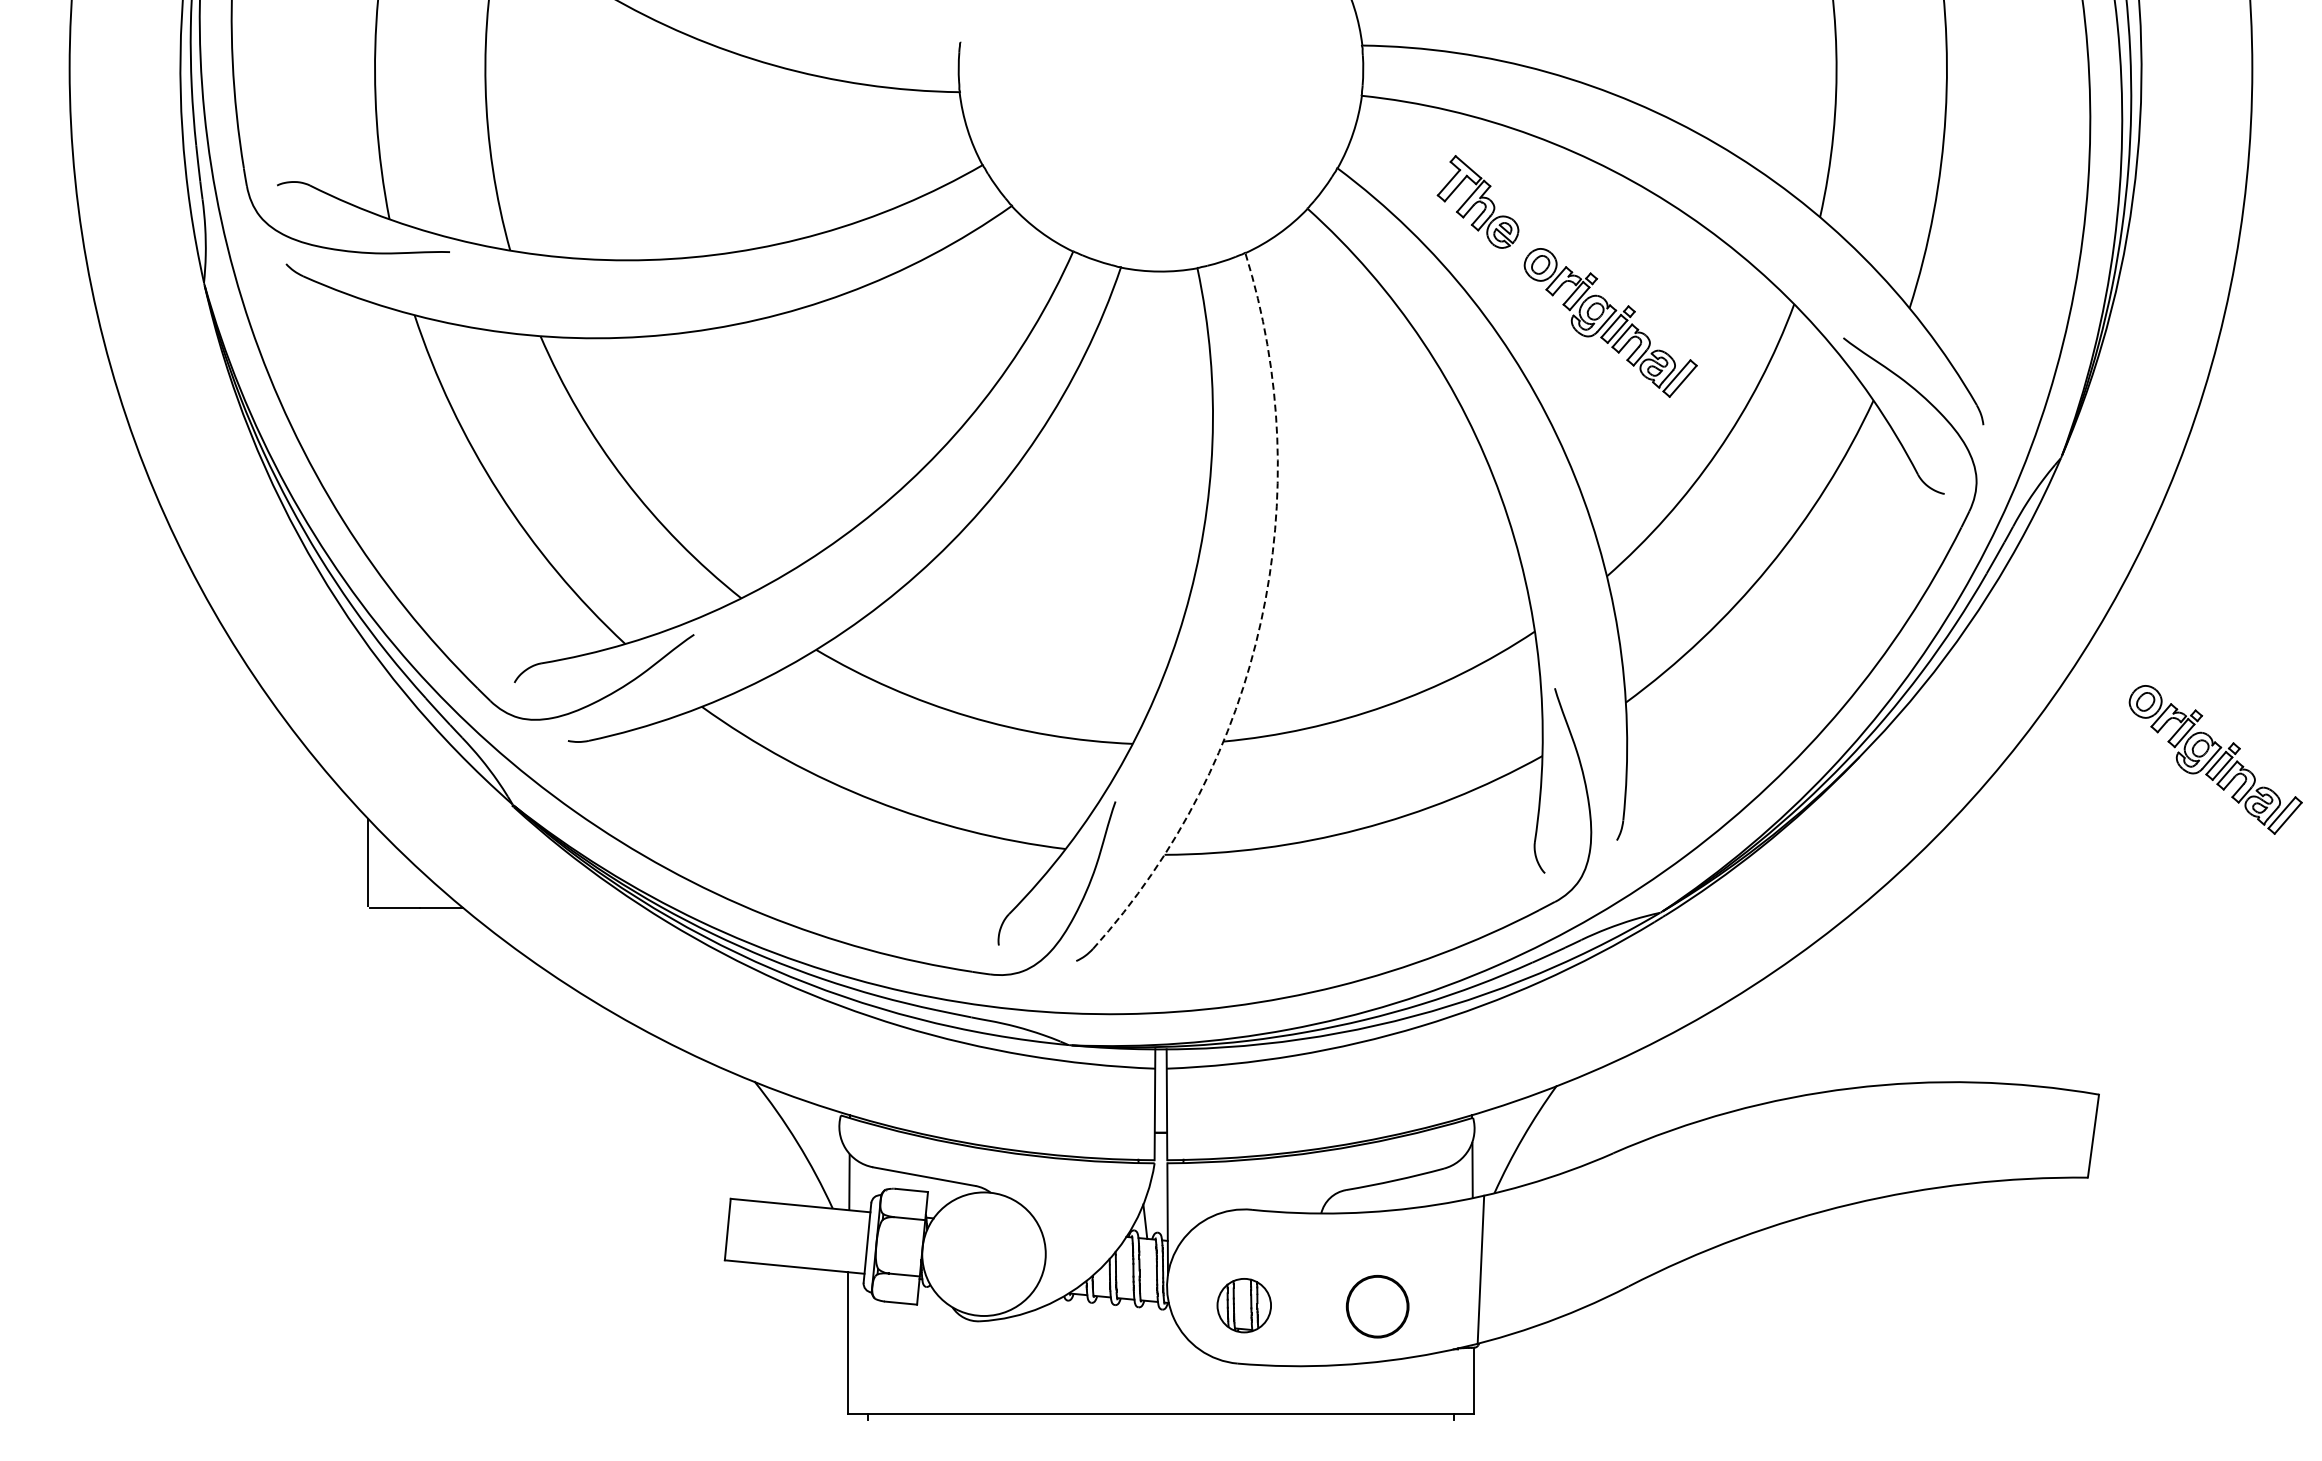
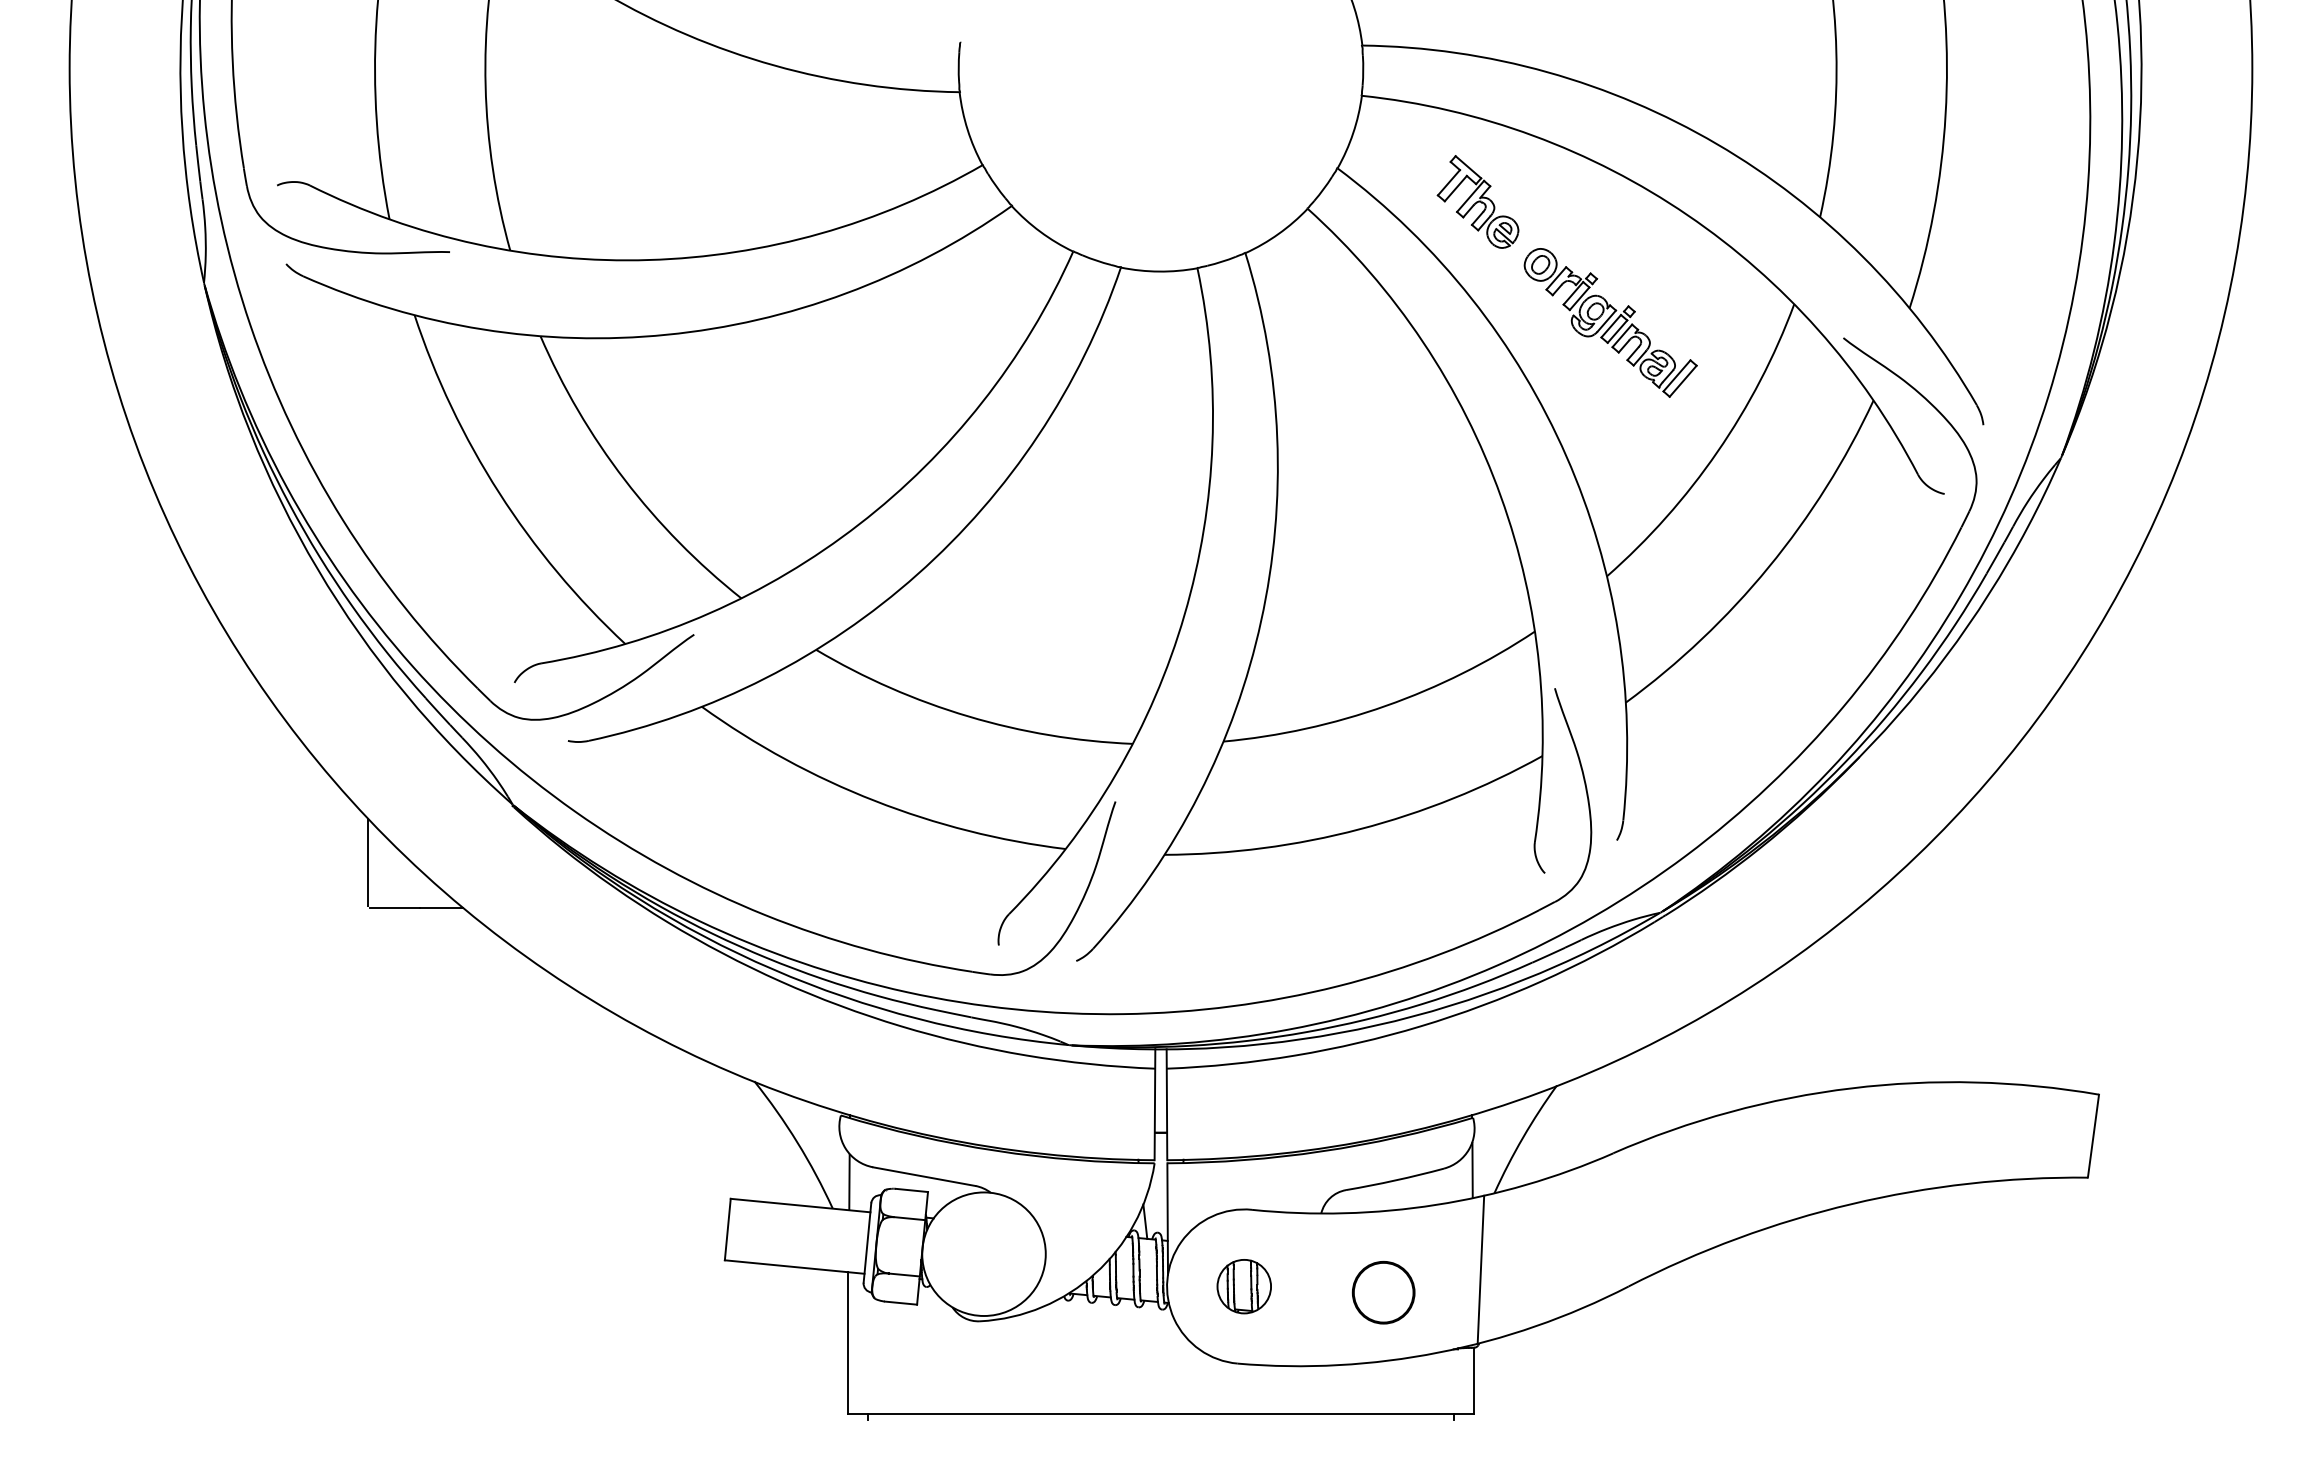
arc at (1261, 620): dashed -> solid
part at (2215, 759): present -> none
part at (1243, 1305) position: (1243, 1305) -> (1243, 1286)
part at (1377, 1306) position: (1377, 1306) -> (1383, 1292)
